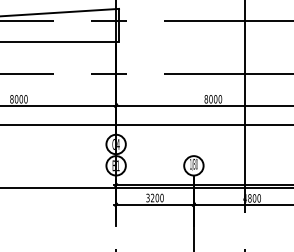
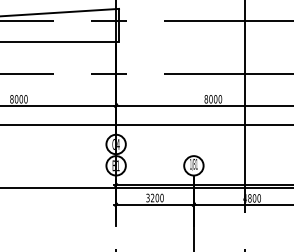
text at (196, 164): 1/B0 -> 1/B1
